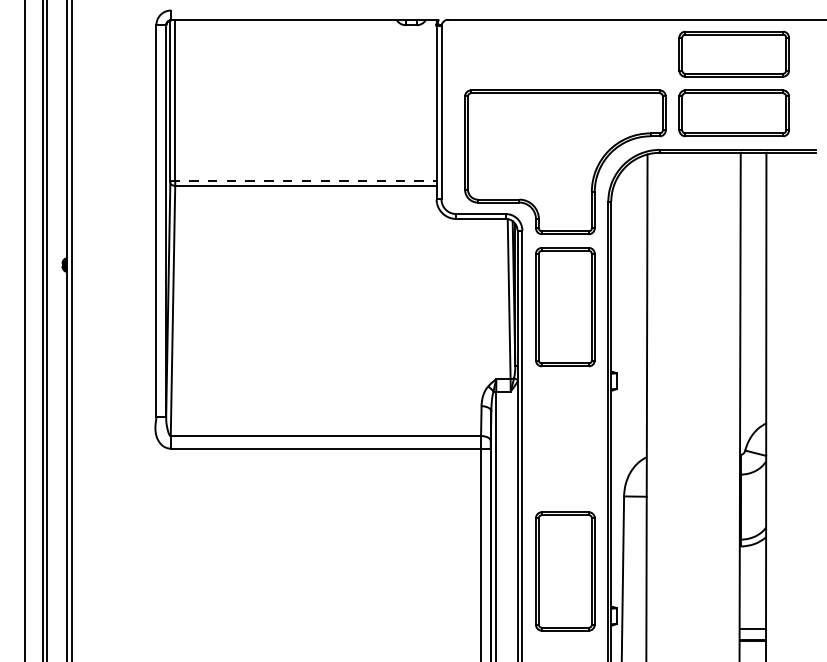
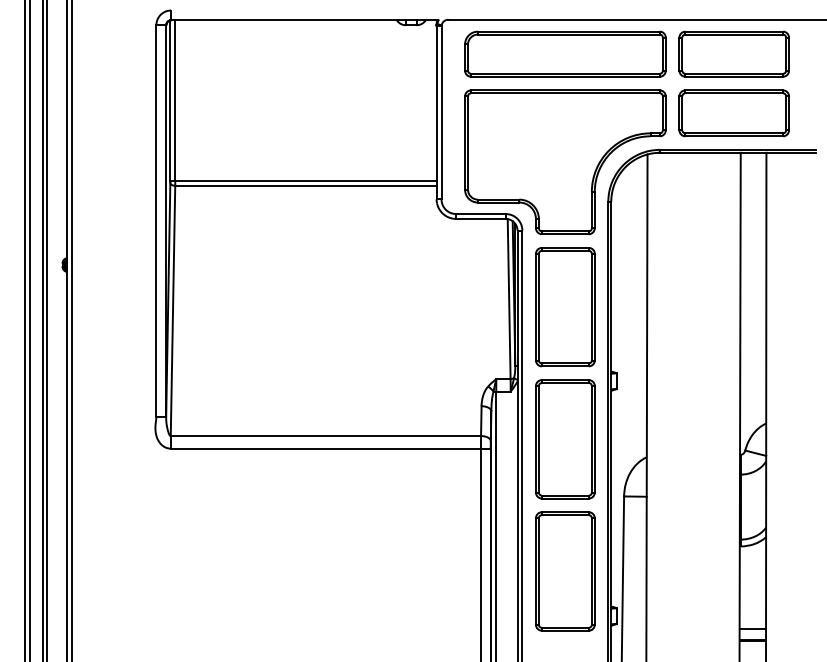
part at (565, 53): none -> present
line at (304, 180): dashed -> solid
line at (29, 330): none -> present
part at (565, 439): none -> present
